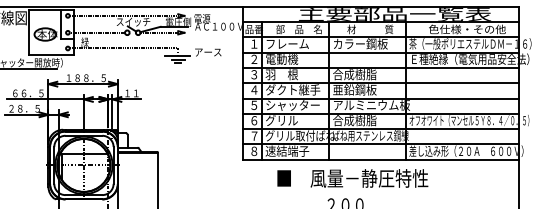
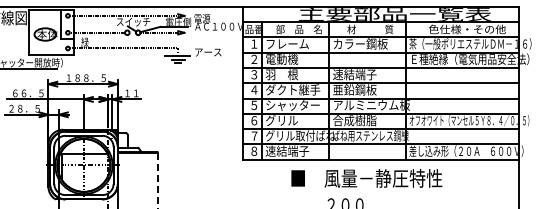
text at (354, 74): 合成樹脂 -> 速結端子
text at (352, 178) position: (352, 178) -> (366, 178)
line at (157, 180): solid -> dashed
